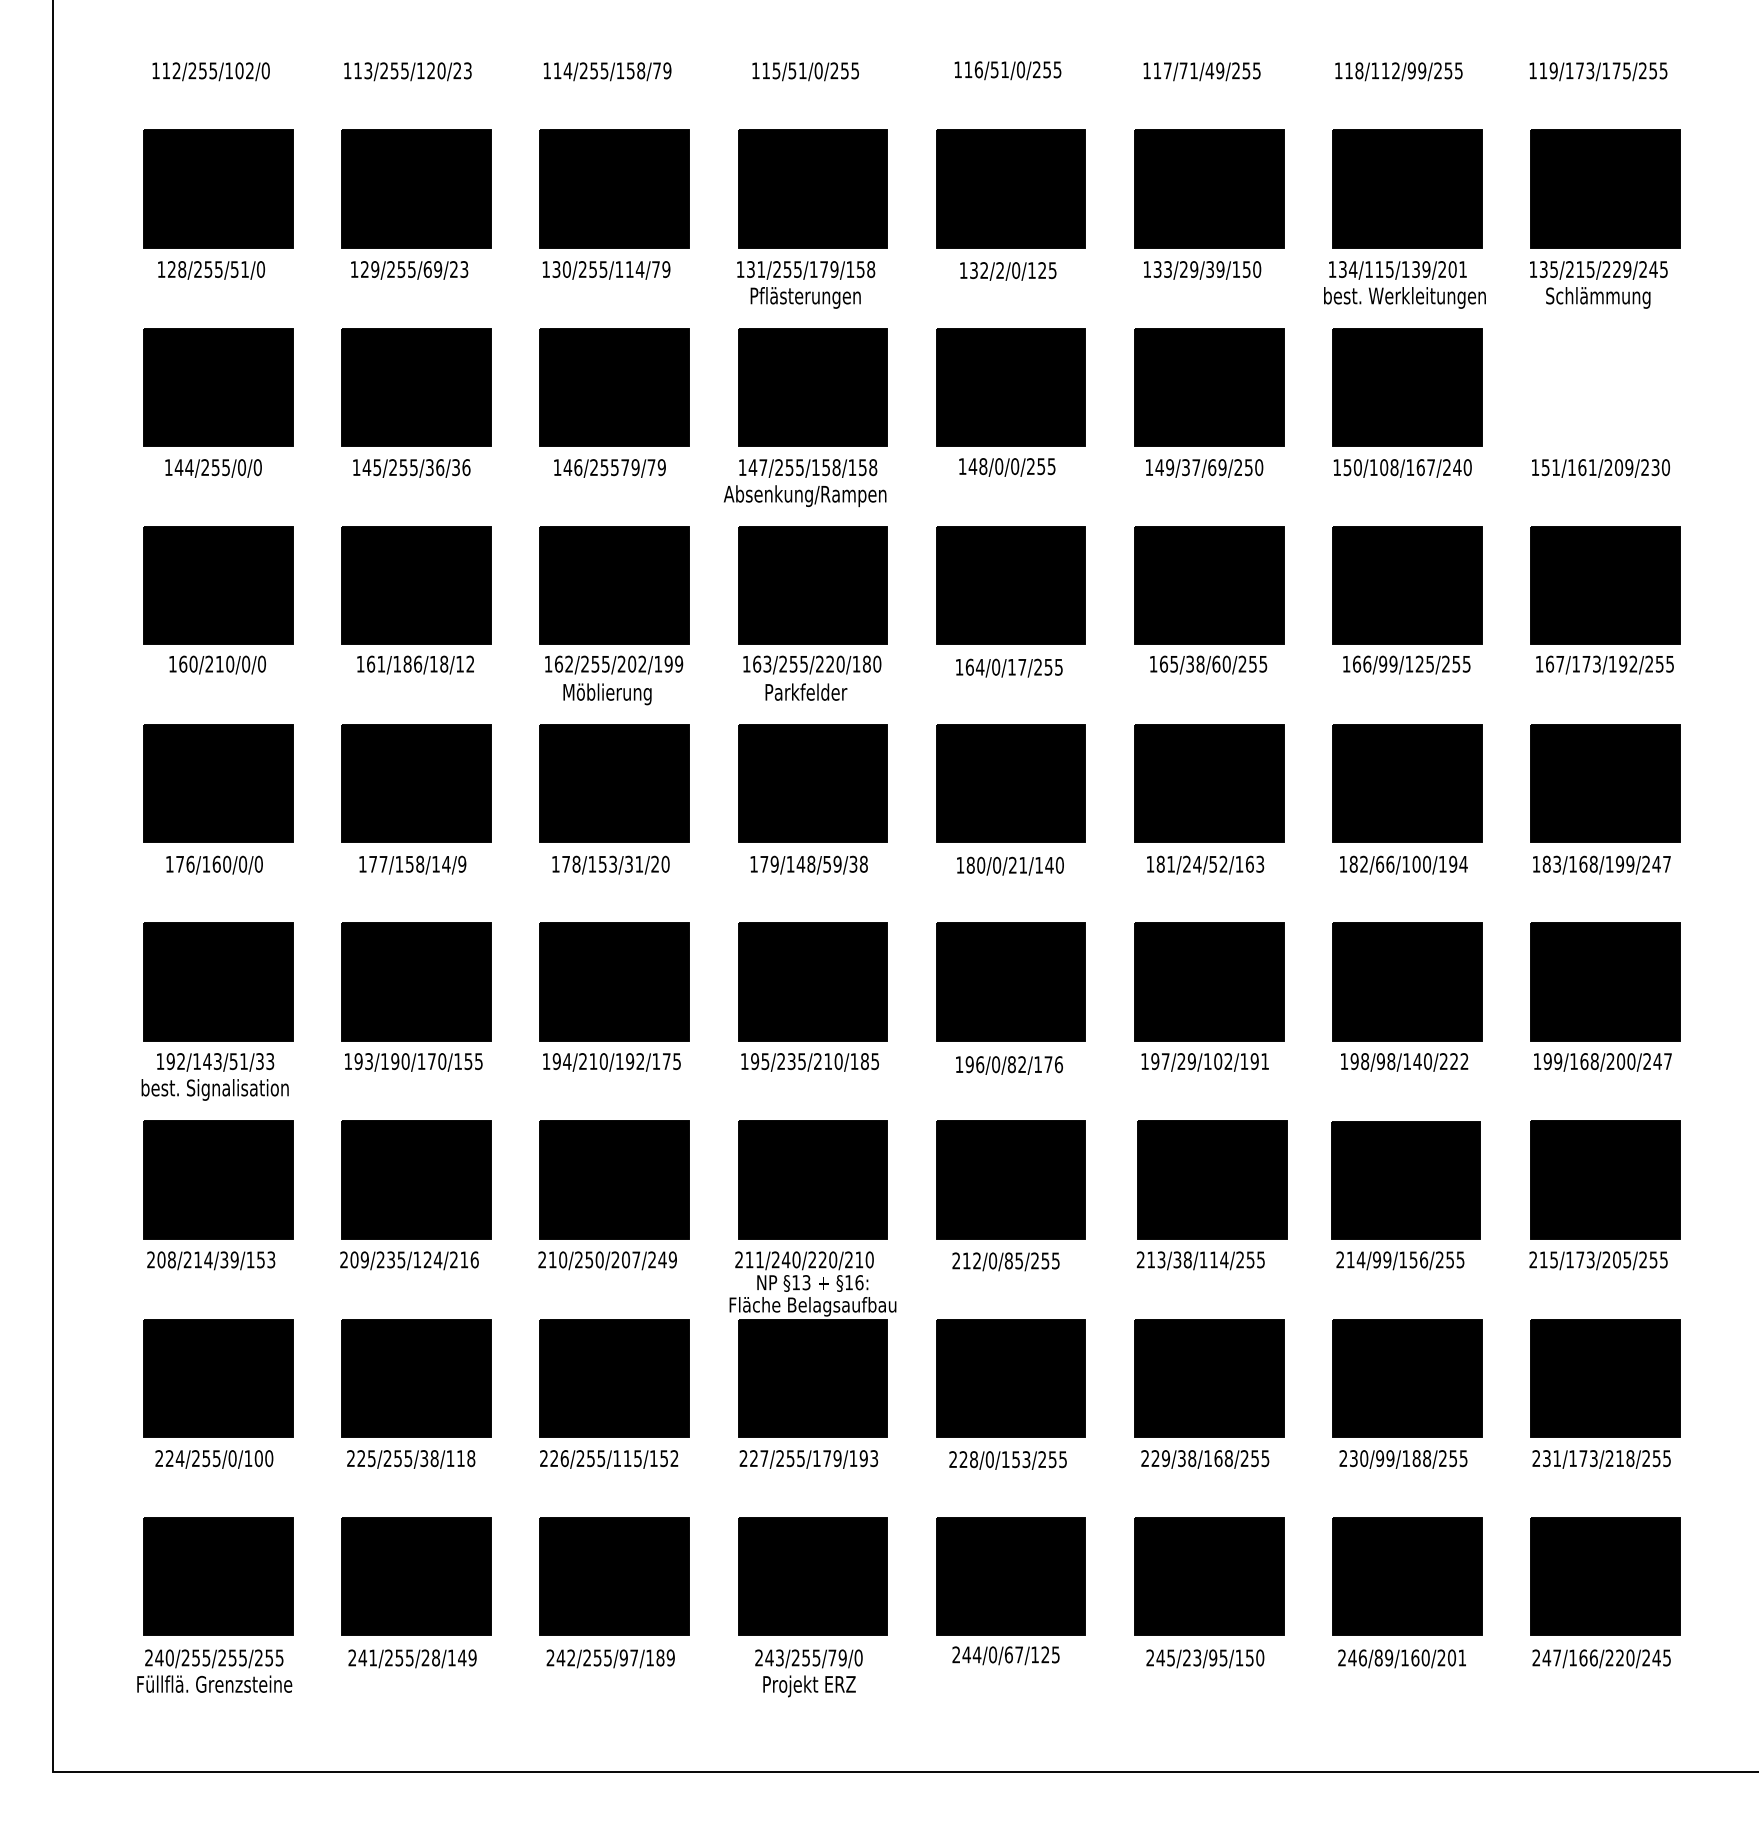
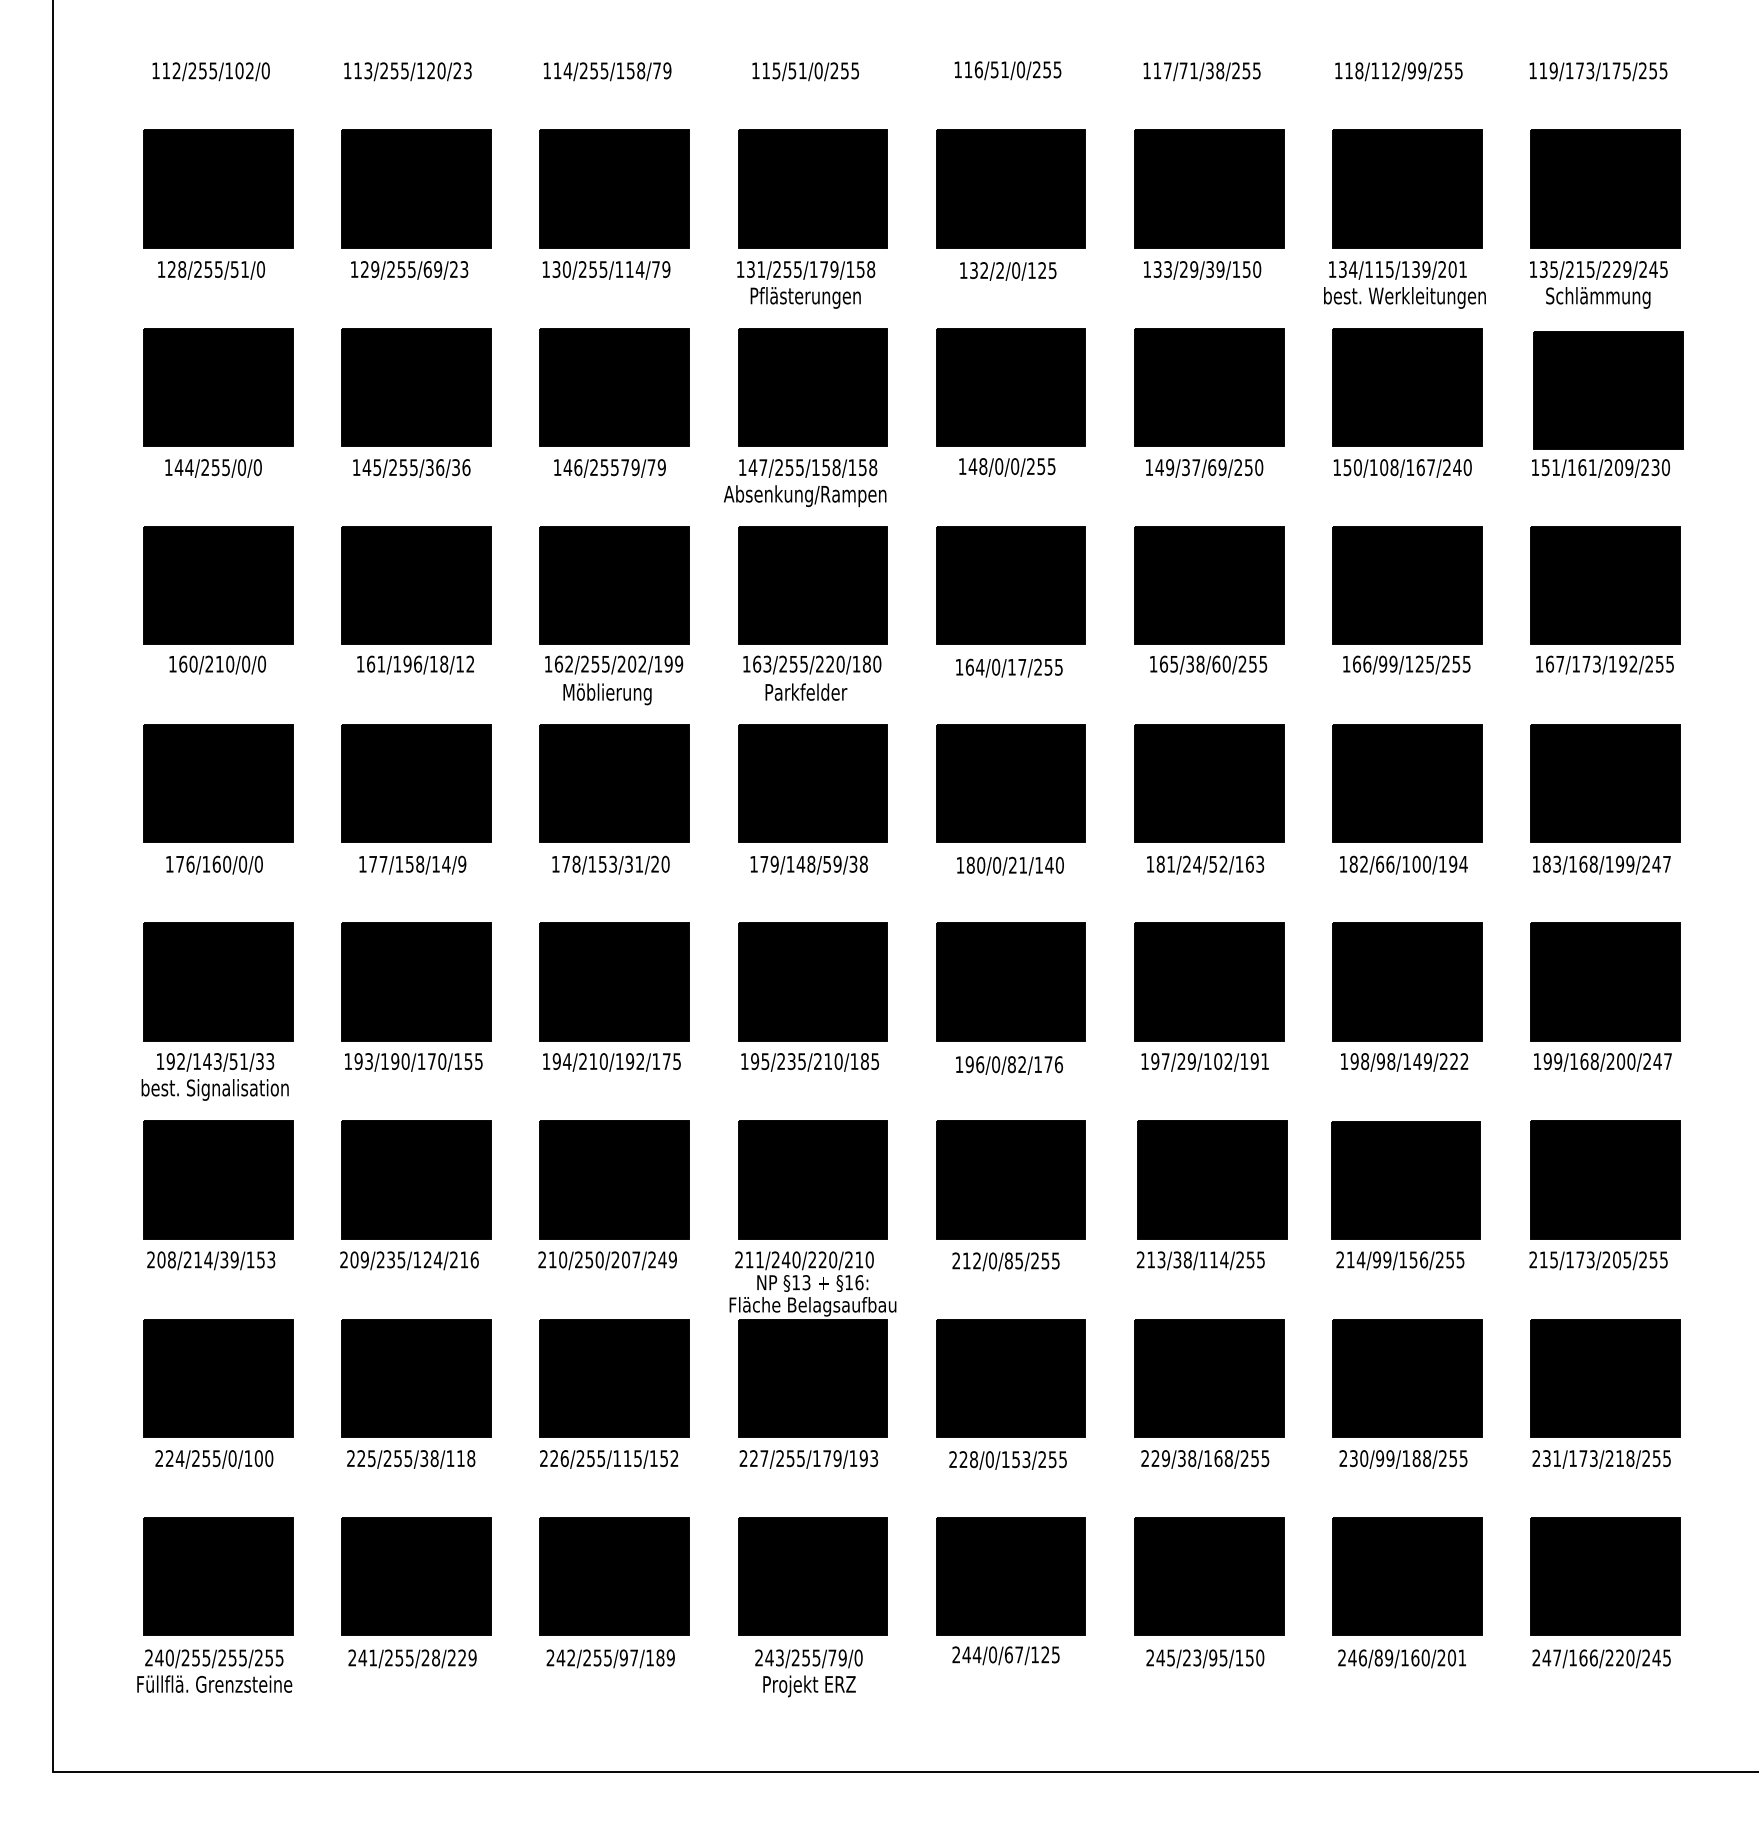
text at (1214, 70): 117/71/49/255 -> 117/71/38/255
part at (1608, 390): none -> present
text at (407, 663): 161/186/18/12 -> 161/196/18/12
text at (1427, 1061): 198/98/140/222 -> 198/98/149/222
text at (457, 1657): 241/255/28/149 -> 241/255/28/229
